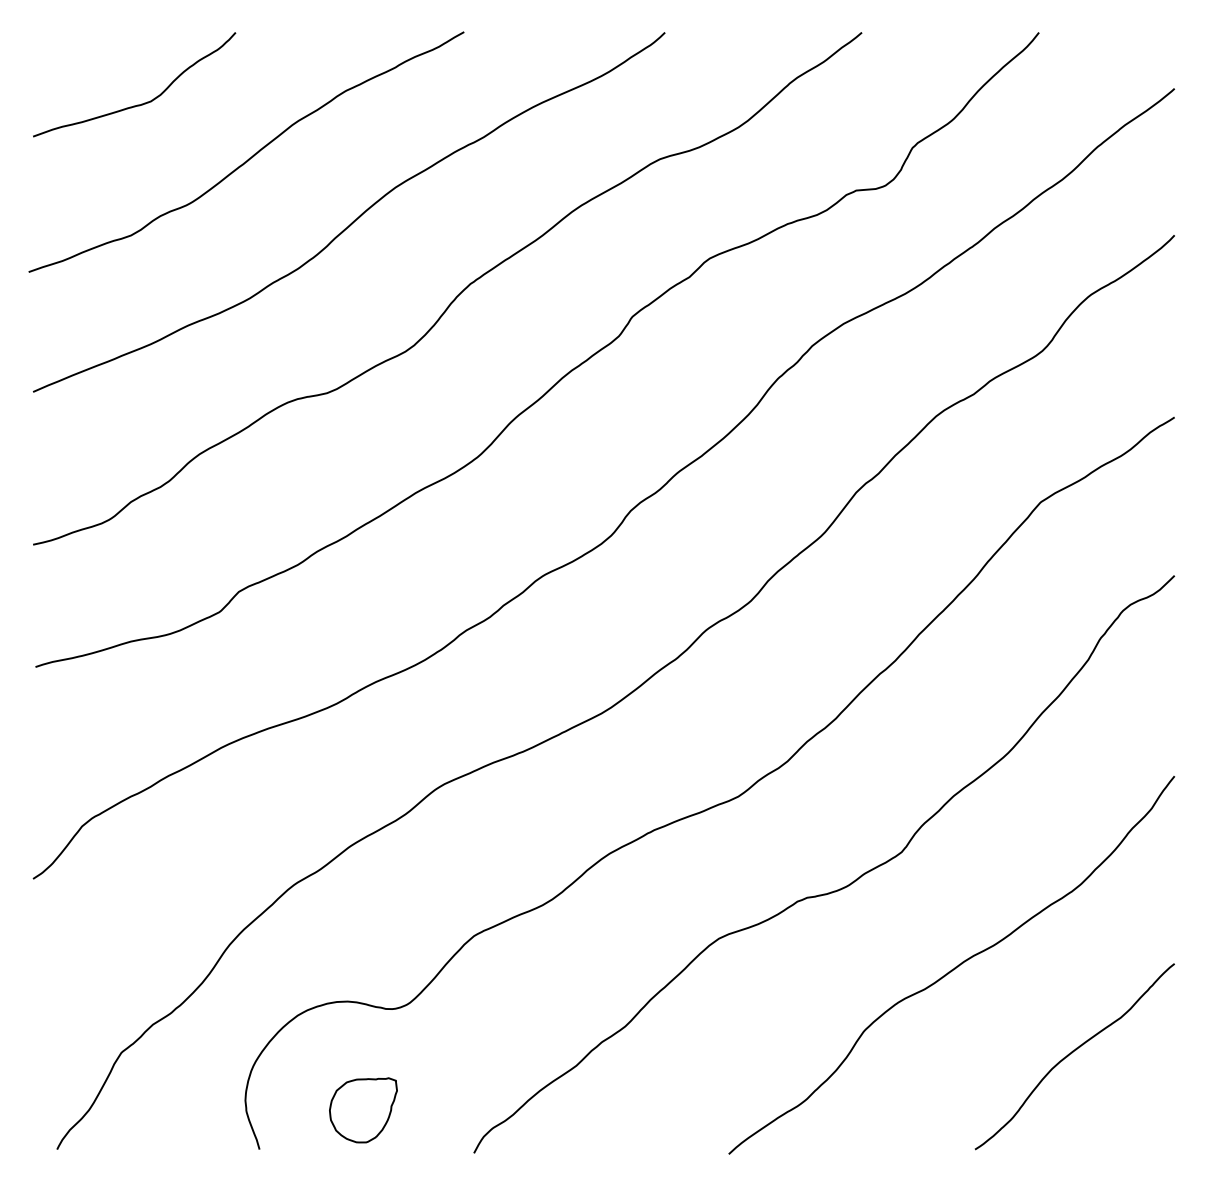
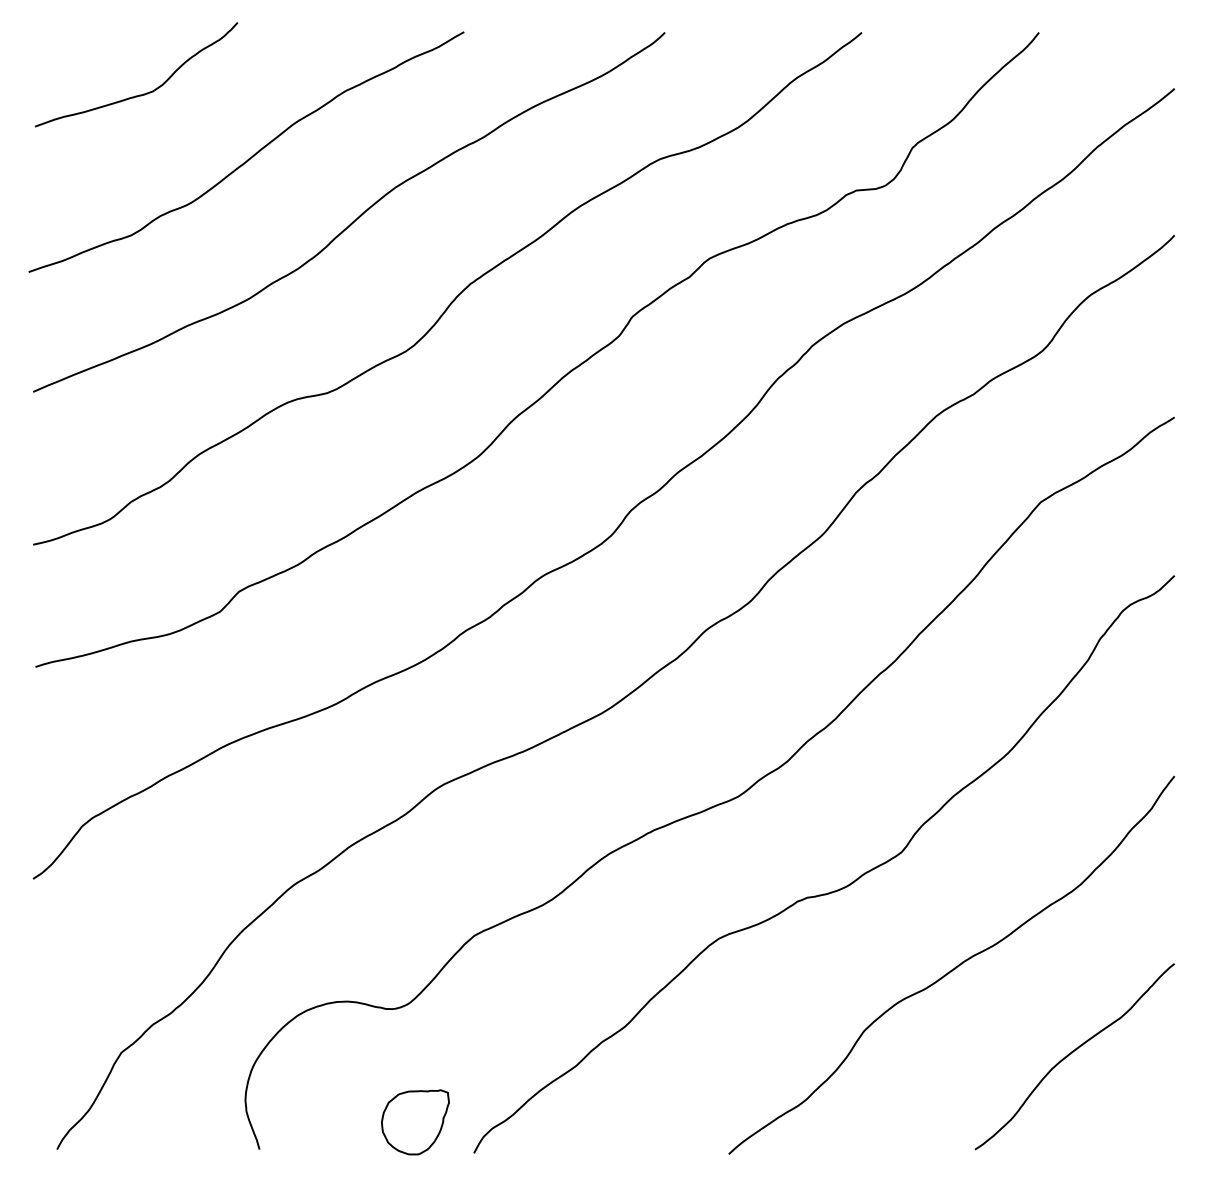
curve at (137, 104) position: (137, 104) -> (139, 94)
part at (363, 1110) position: (363, 1110) -> (415, 1122)
